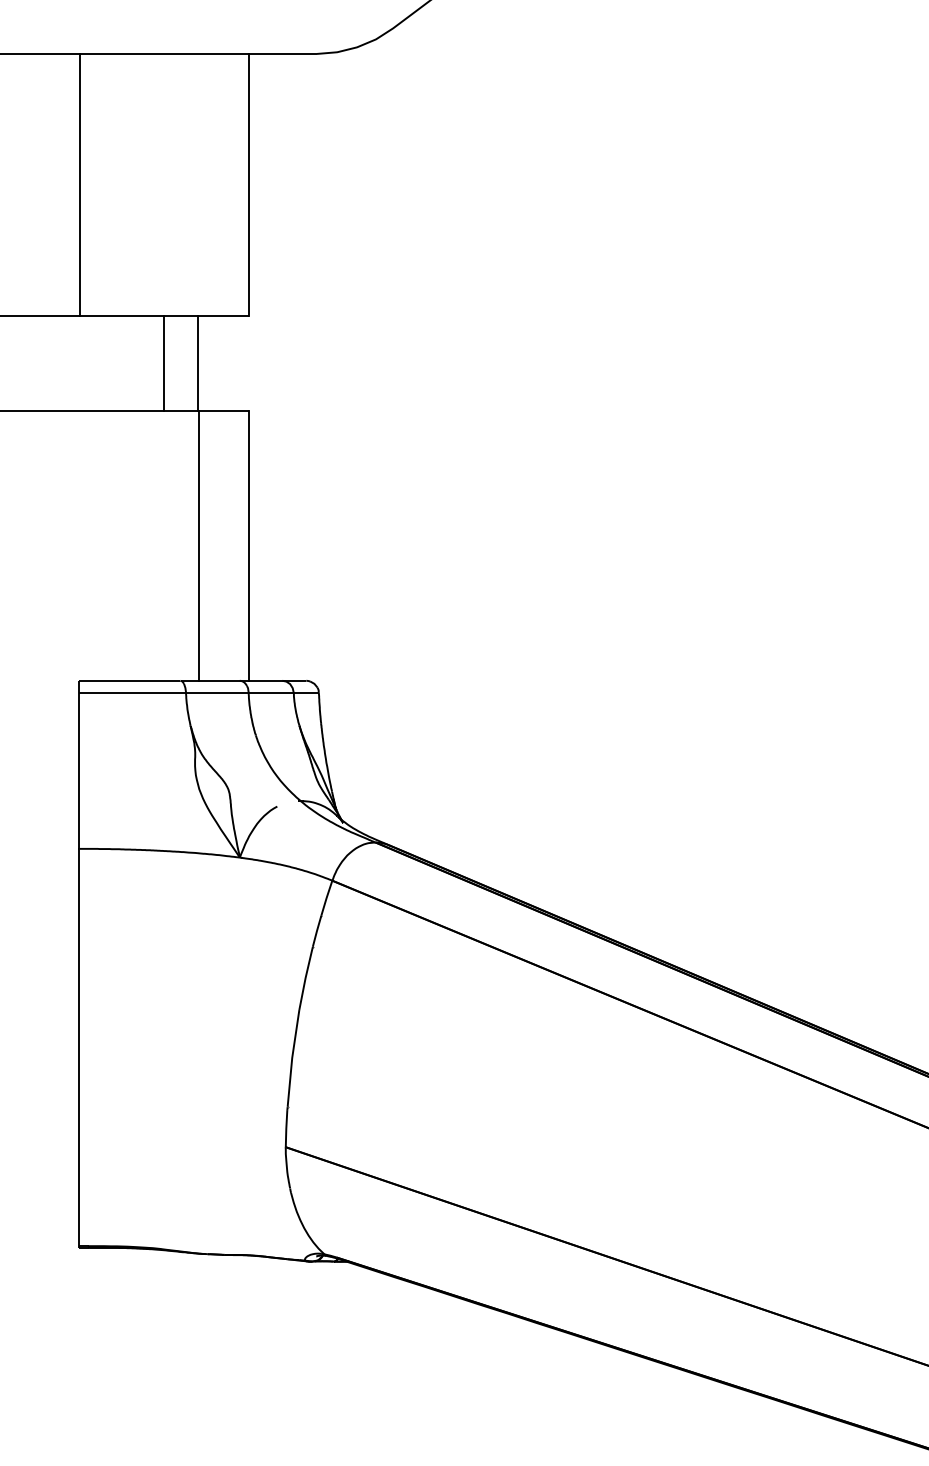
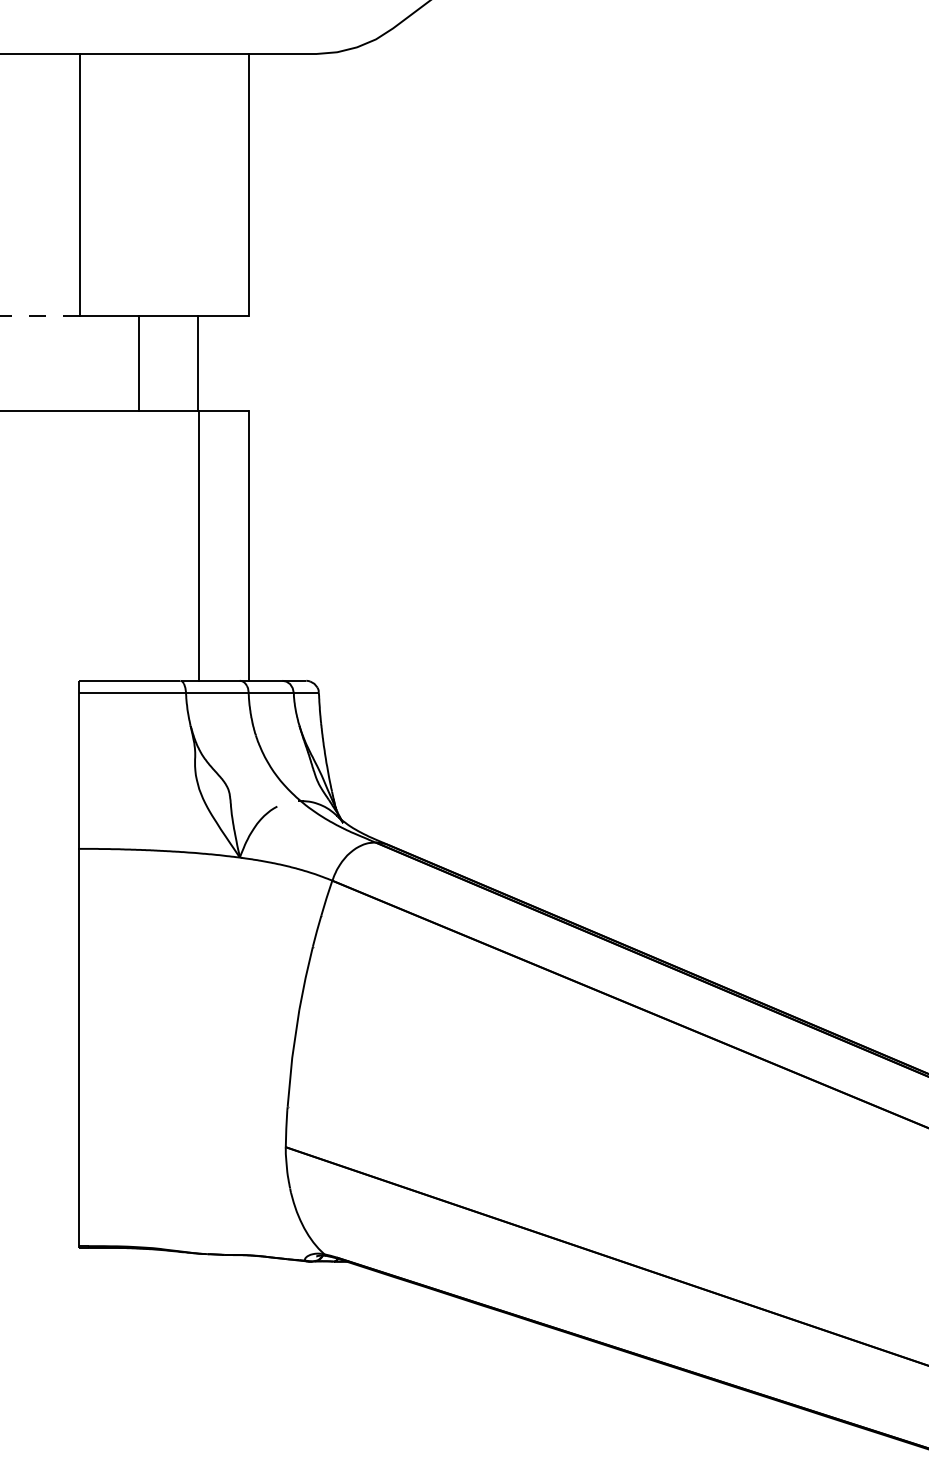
line at (39, 316): solid -> dashed
line at (163, 363) position: (163, 363) -> (138, 363)
